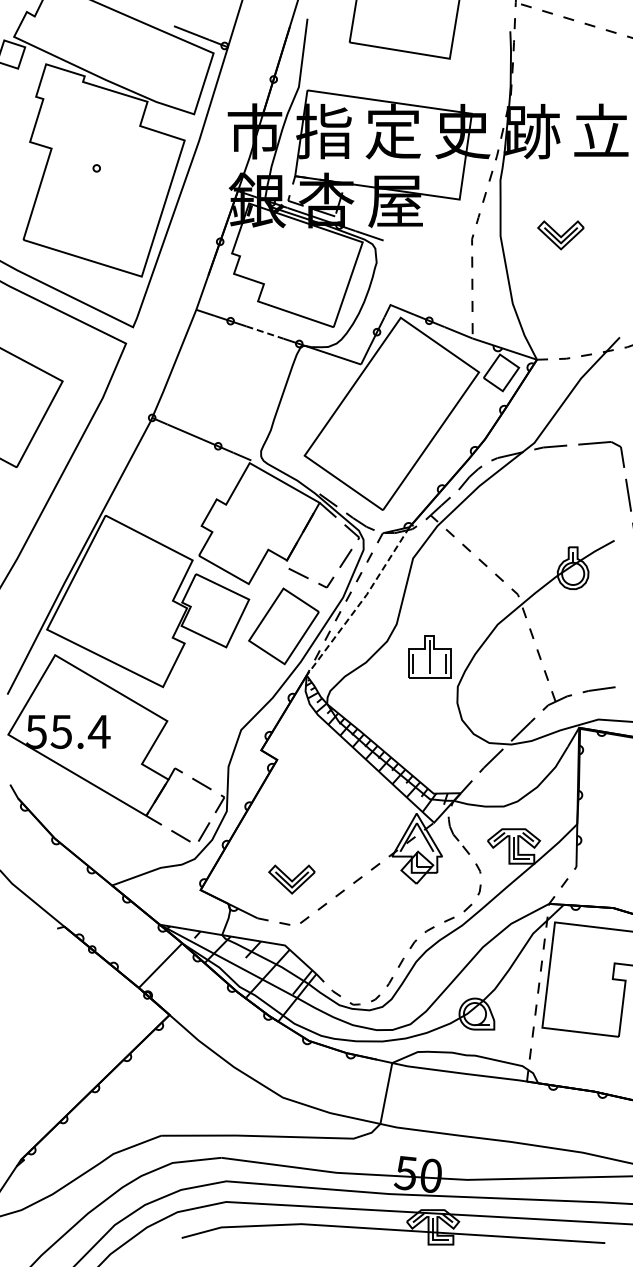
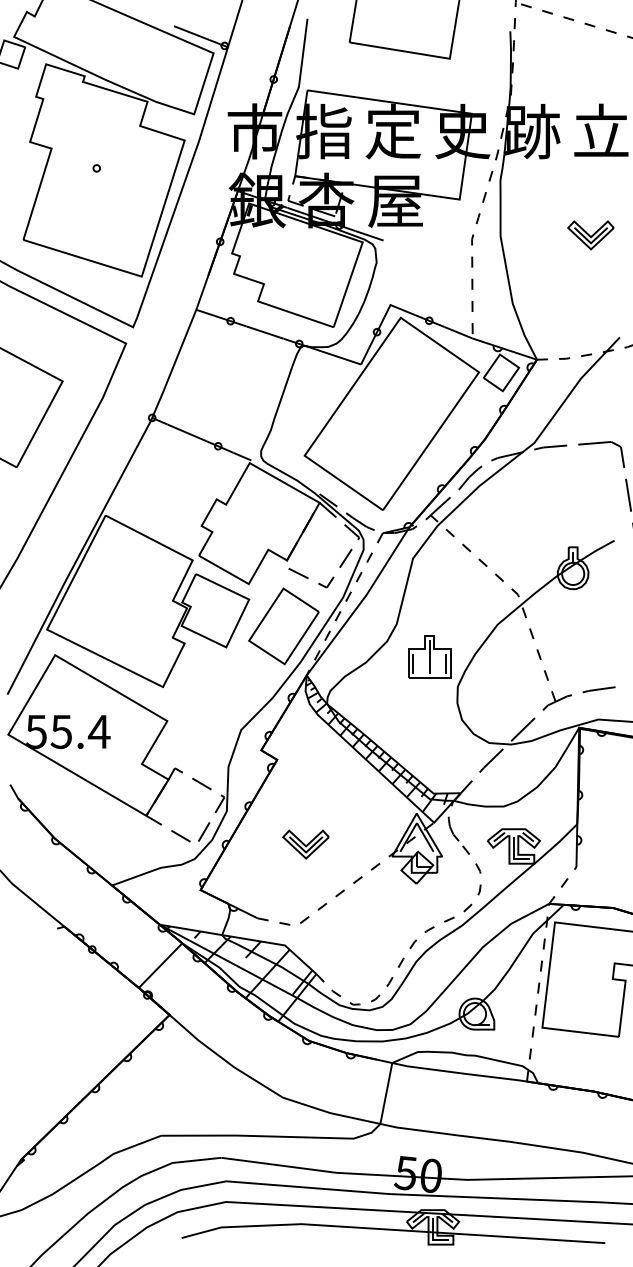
part at (560, 235) position: (560, 235) -> (590, 235)
line at (265, 332): dashed -> solid
line at (360, 602): dashed -> solid
part at (291, 879) position: (291, 879) -> (305, 844)
